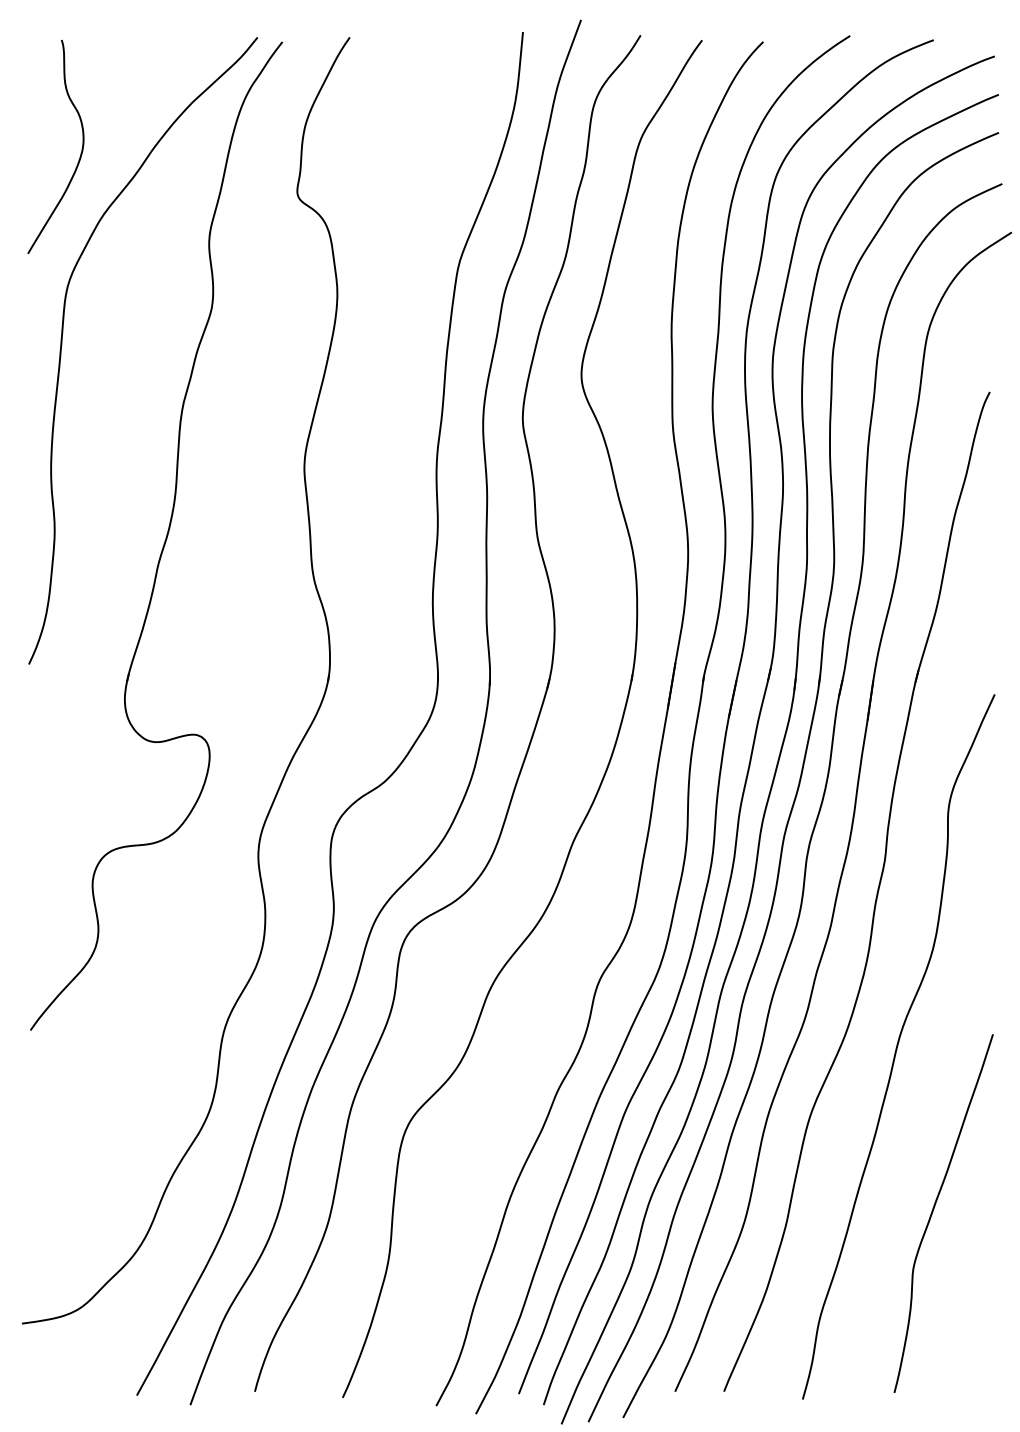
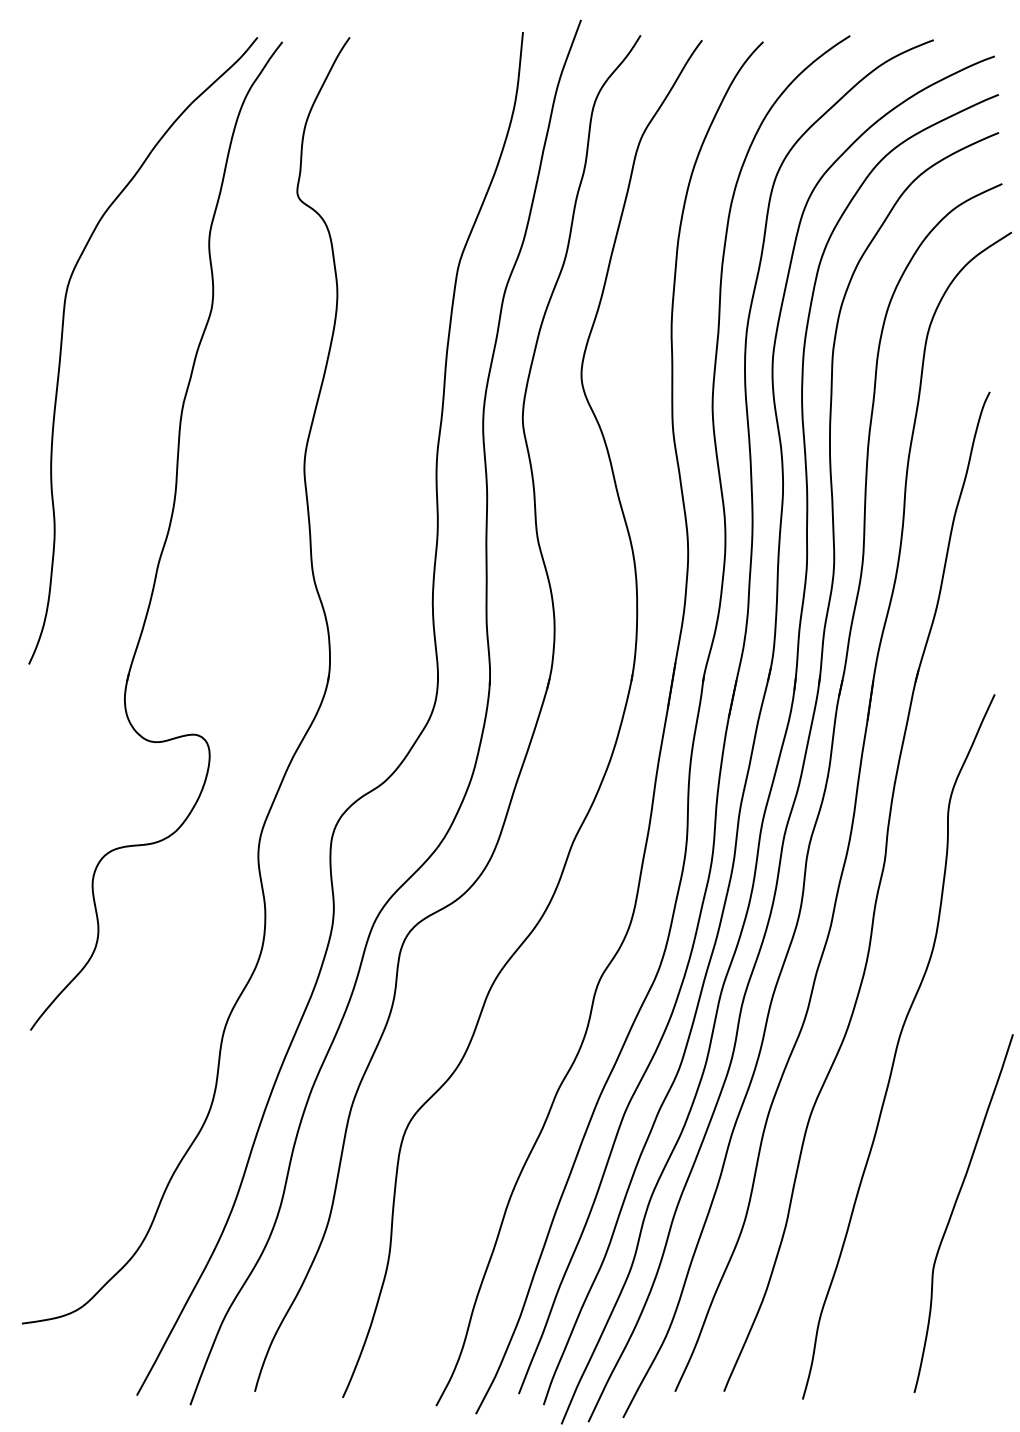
curve at (80, 153): present -> none
curve at (934, 1209) position: (934, 1209) -> (954, 1209)
